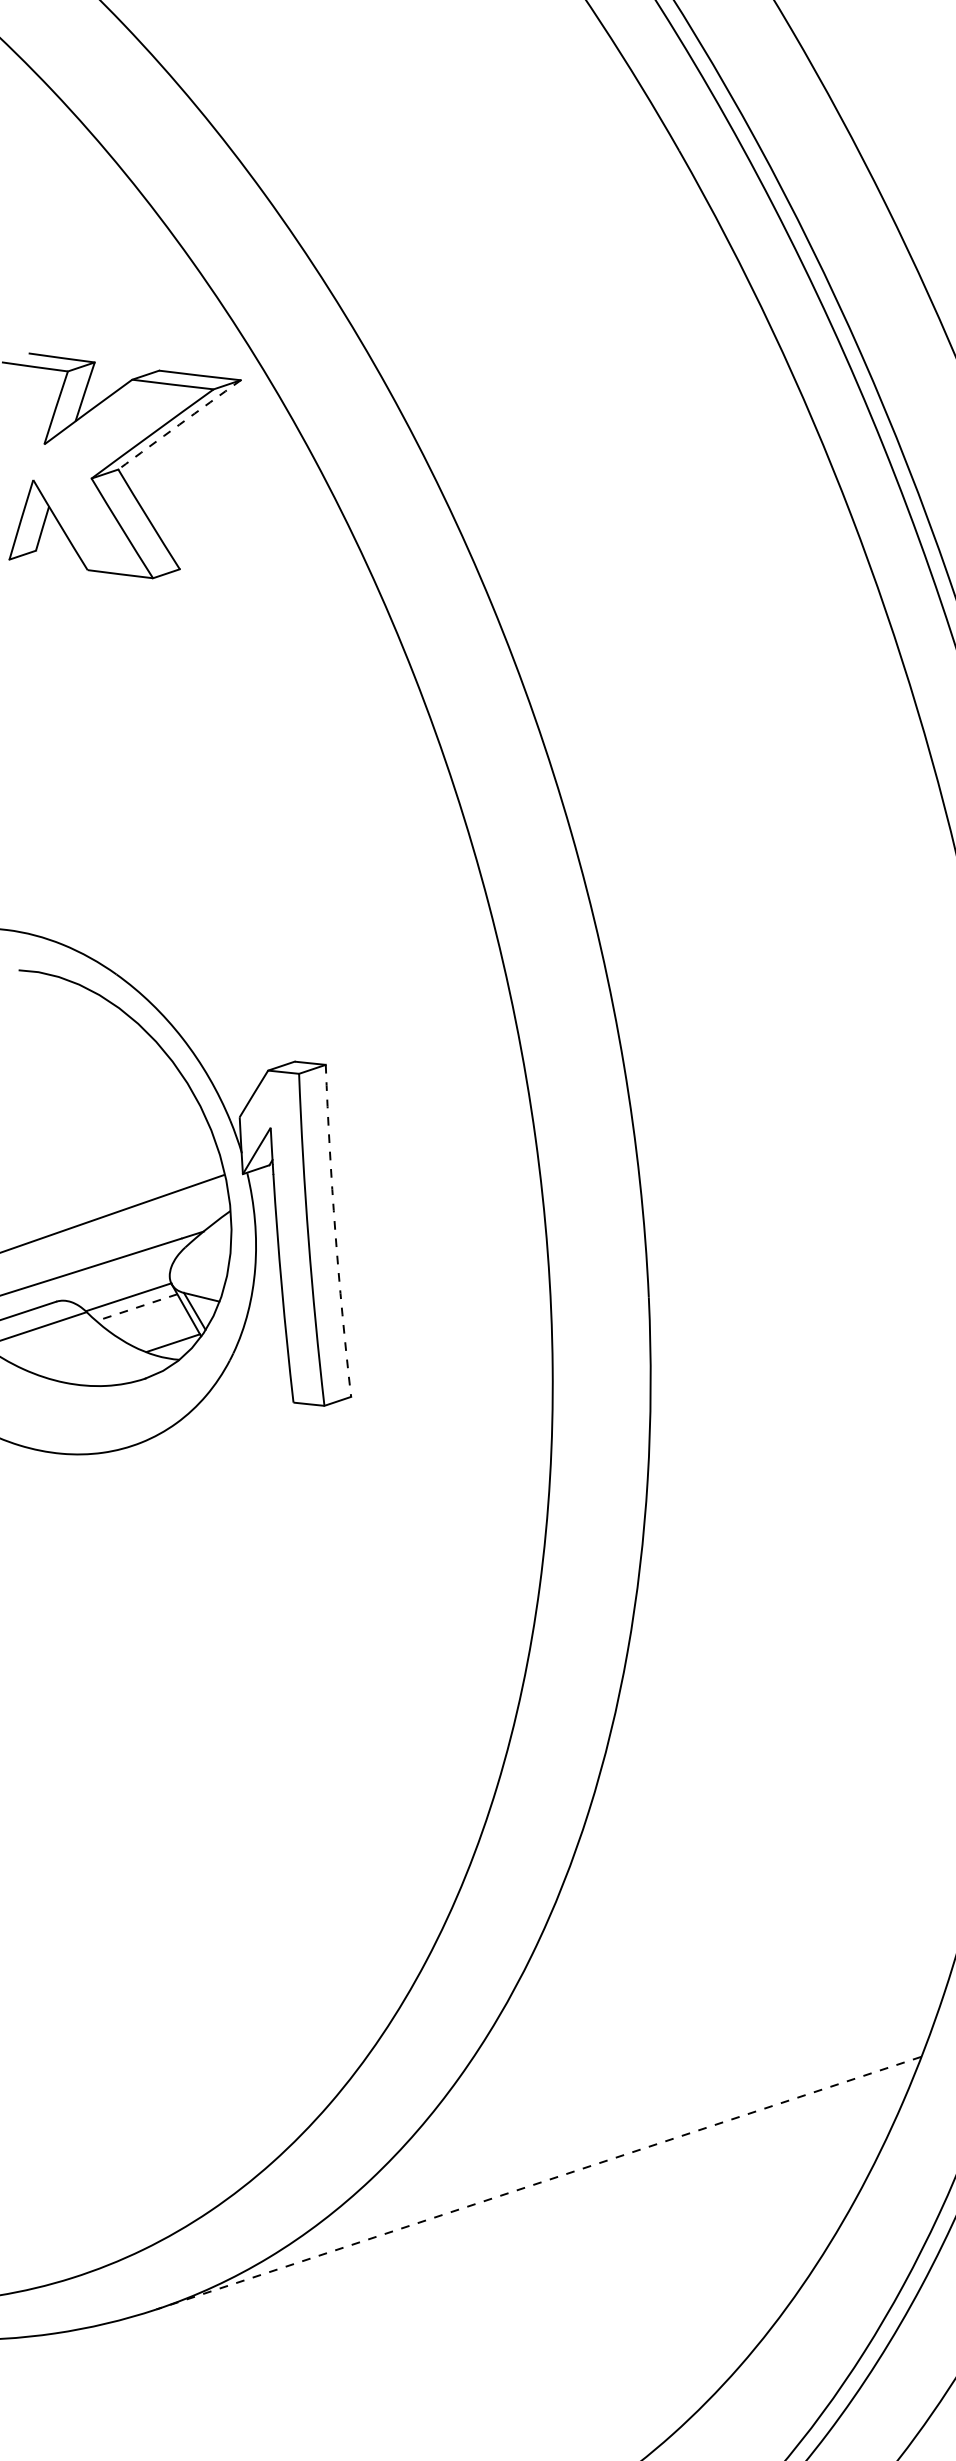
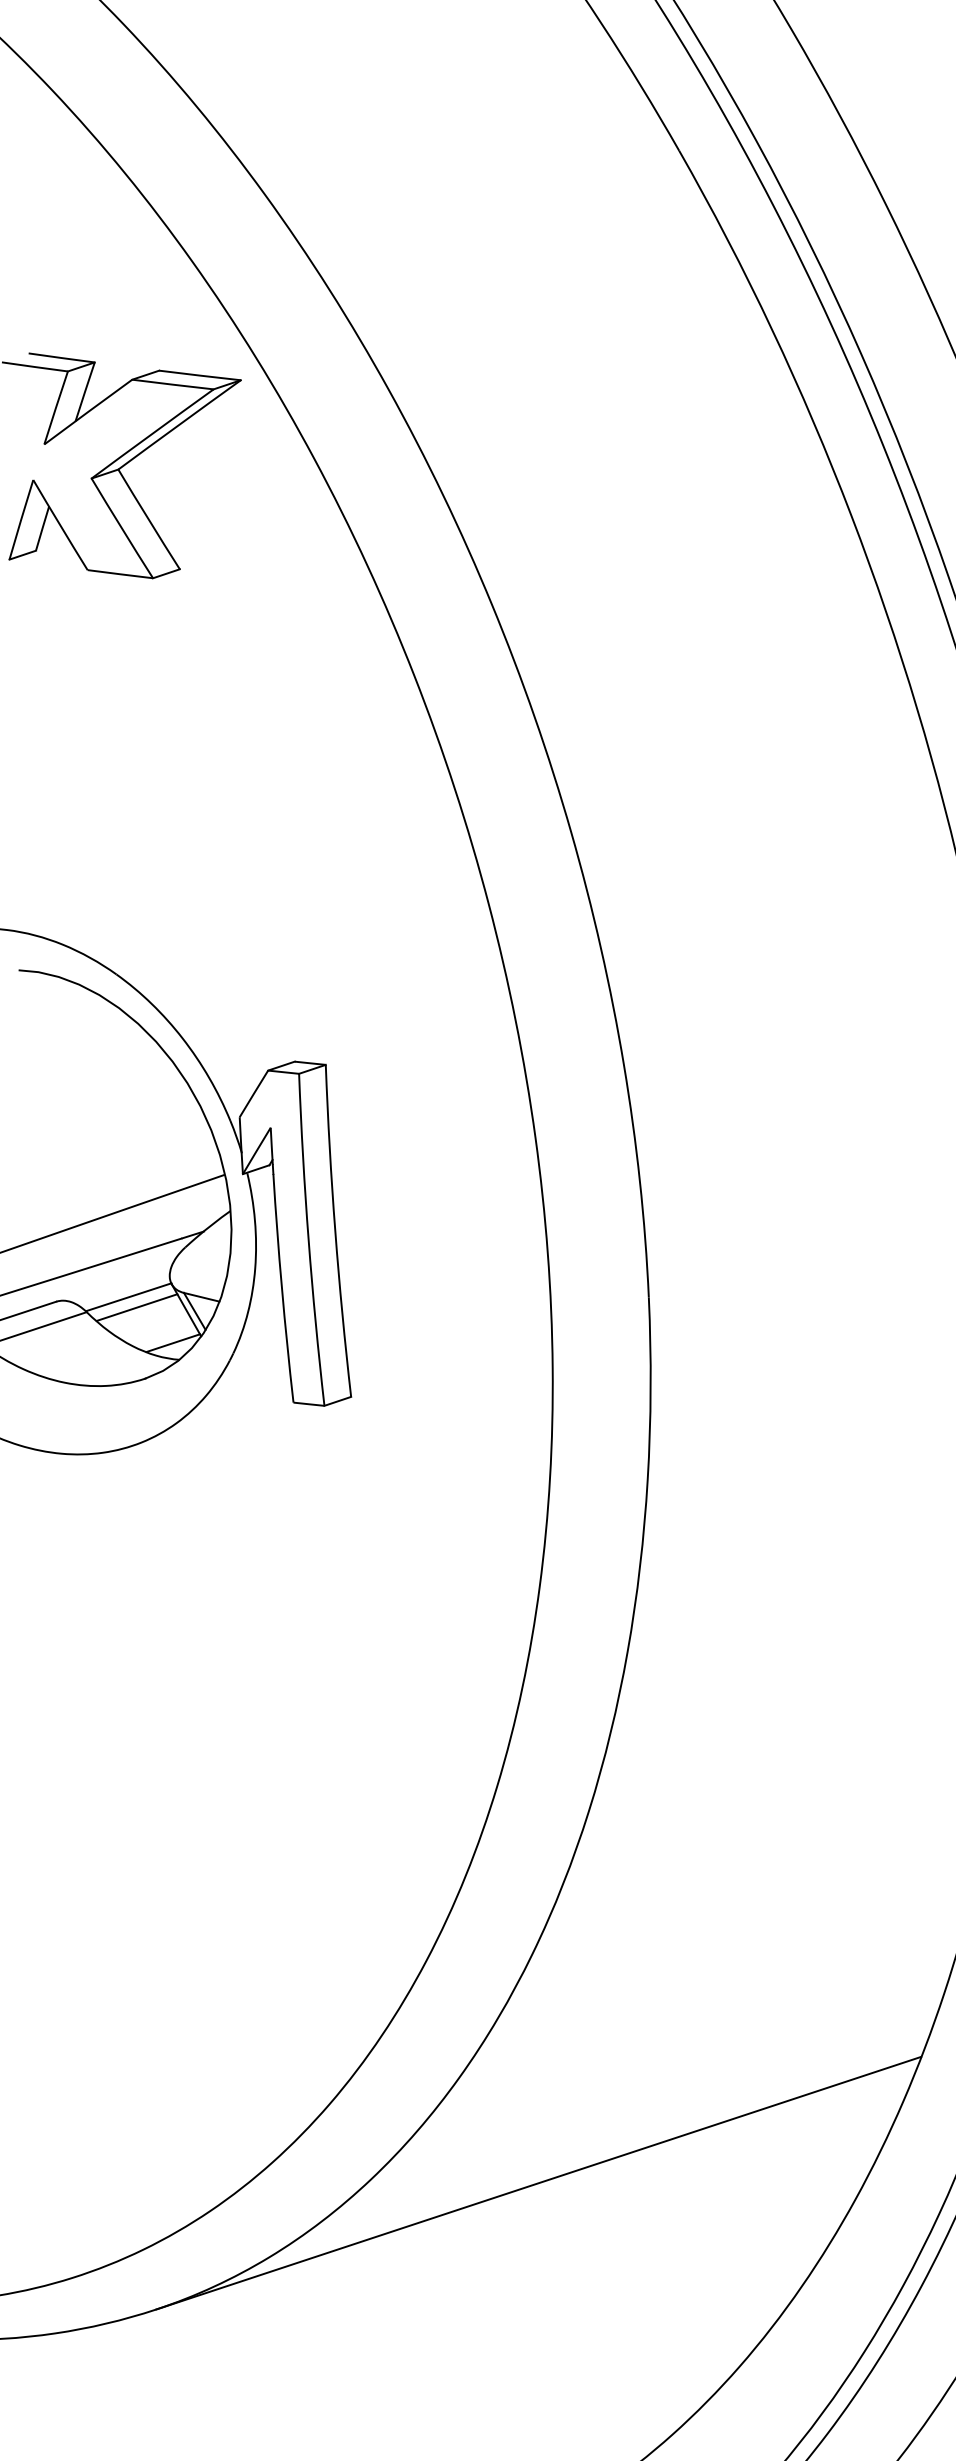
arc at (179, 424): dashed -> solid
arc at (335, 1231): dashed -> solid
line at (137, 1307): dashed -> solid
line at (538, 2183): dashed -> solid
